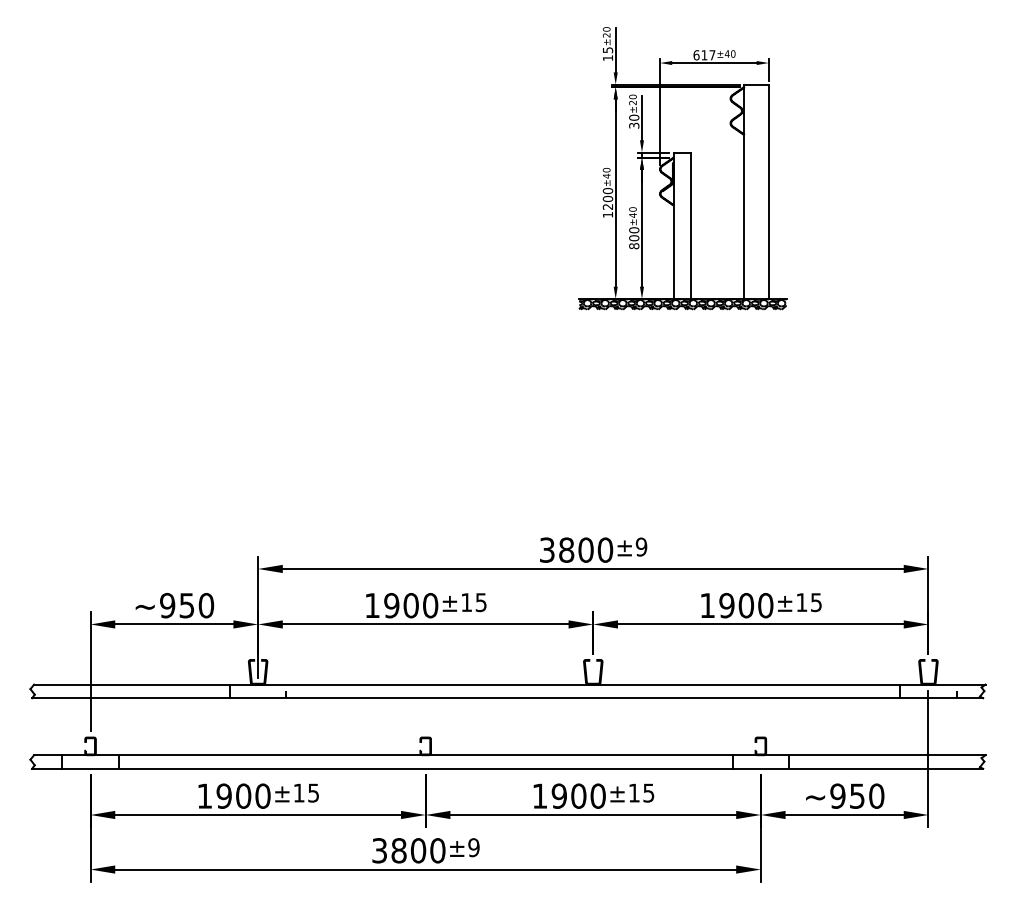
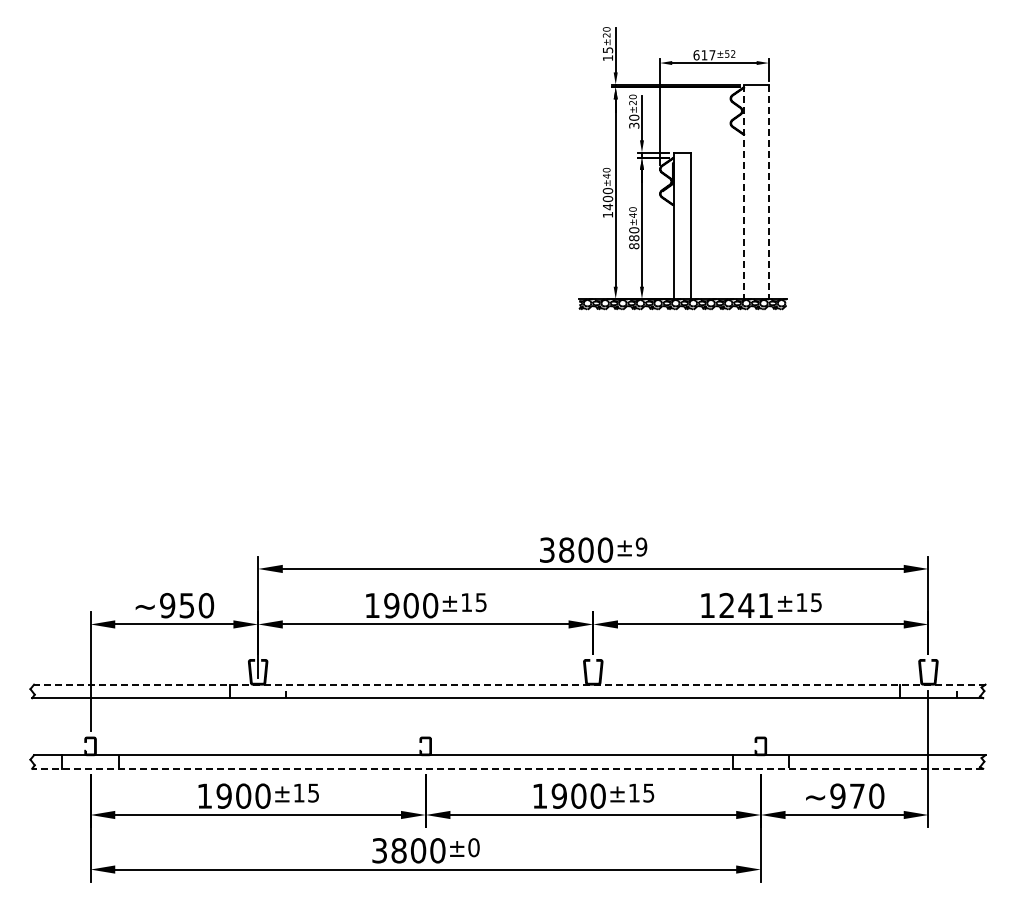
text at (729, 53): ±40 -> ±52
line at (744, 192): solid -> dashed
line at (768, 192): solid -> dashed
text at (607, 206): 1200 -> 1400
text at (634, 238): 800 -> 880
text at (746, 605): 1900 -> 1241
line at (509, 684): solid -> dashed
line at (507, 768): solid -> dashed
text at (857, 795): ~950 -> ~970
text at (473, 847): ±9 -> ±0
